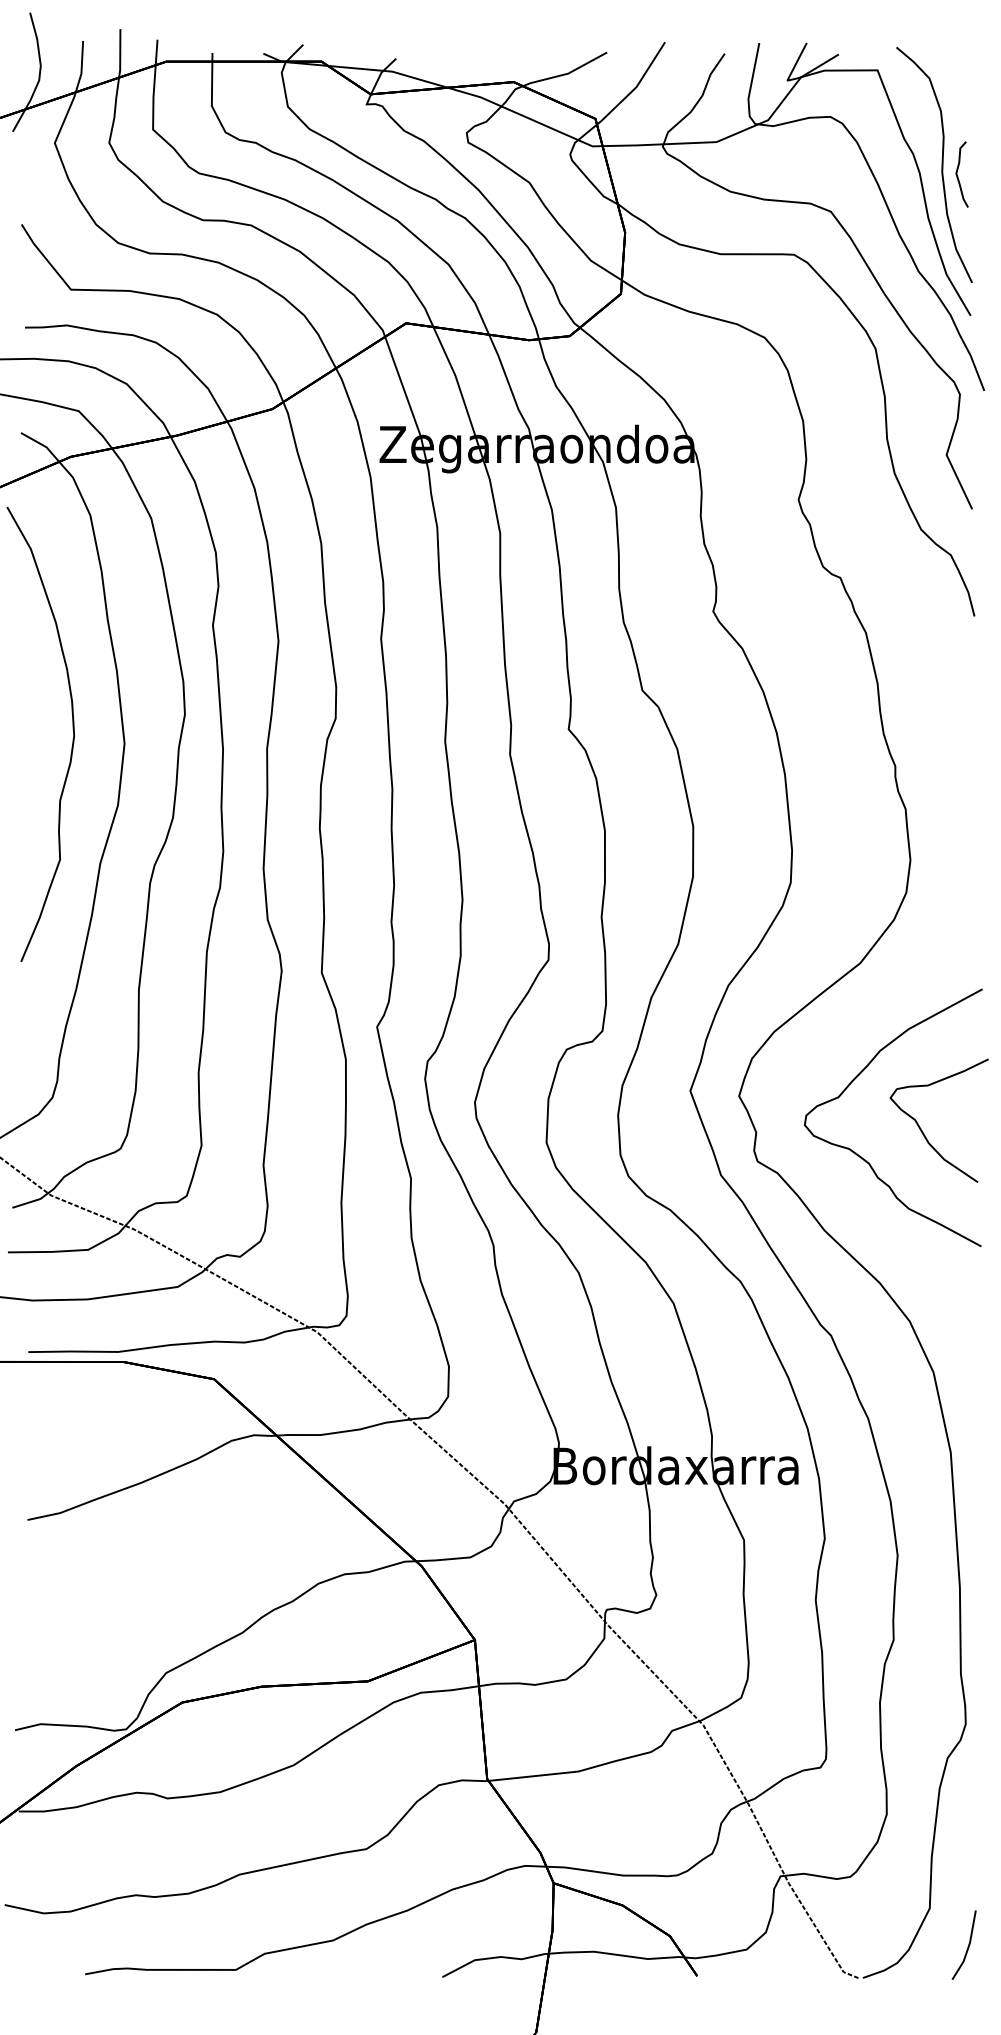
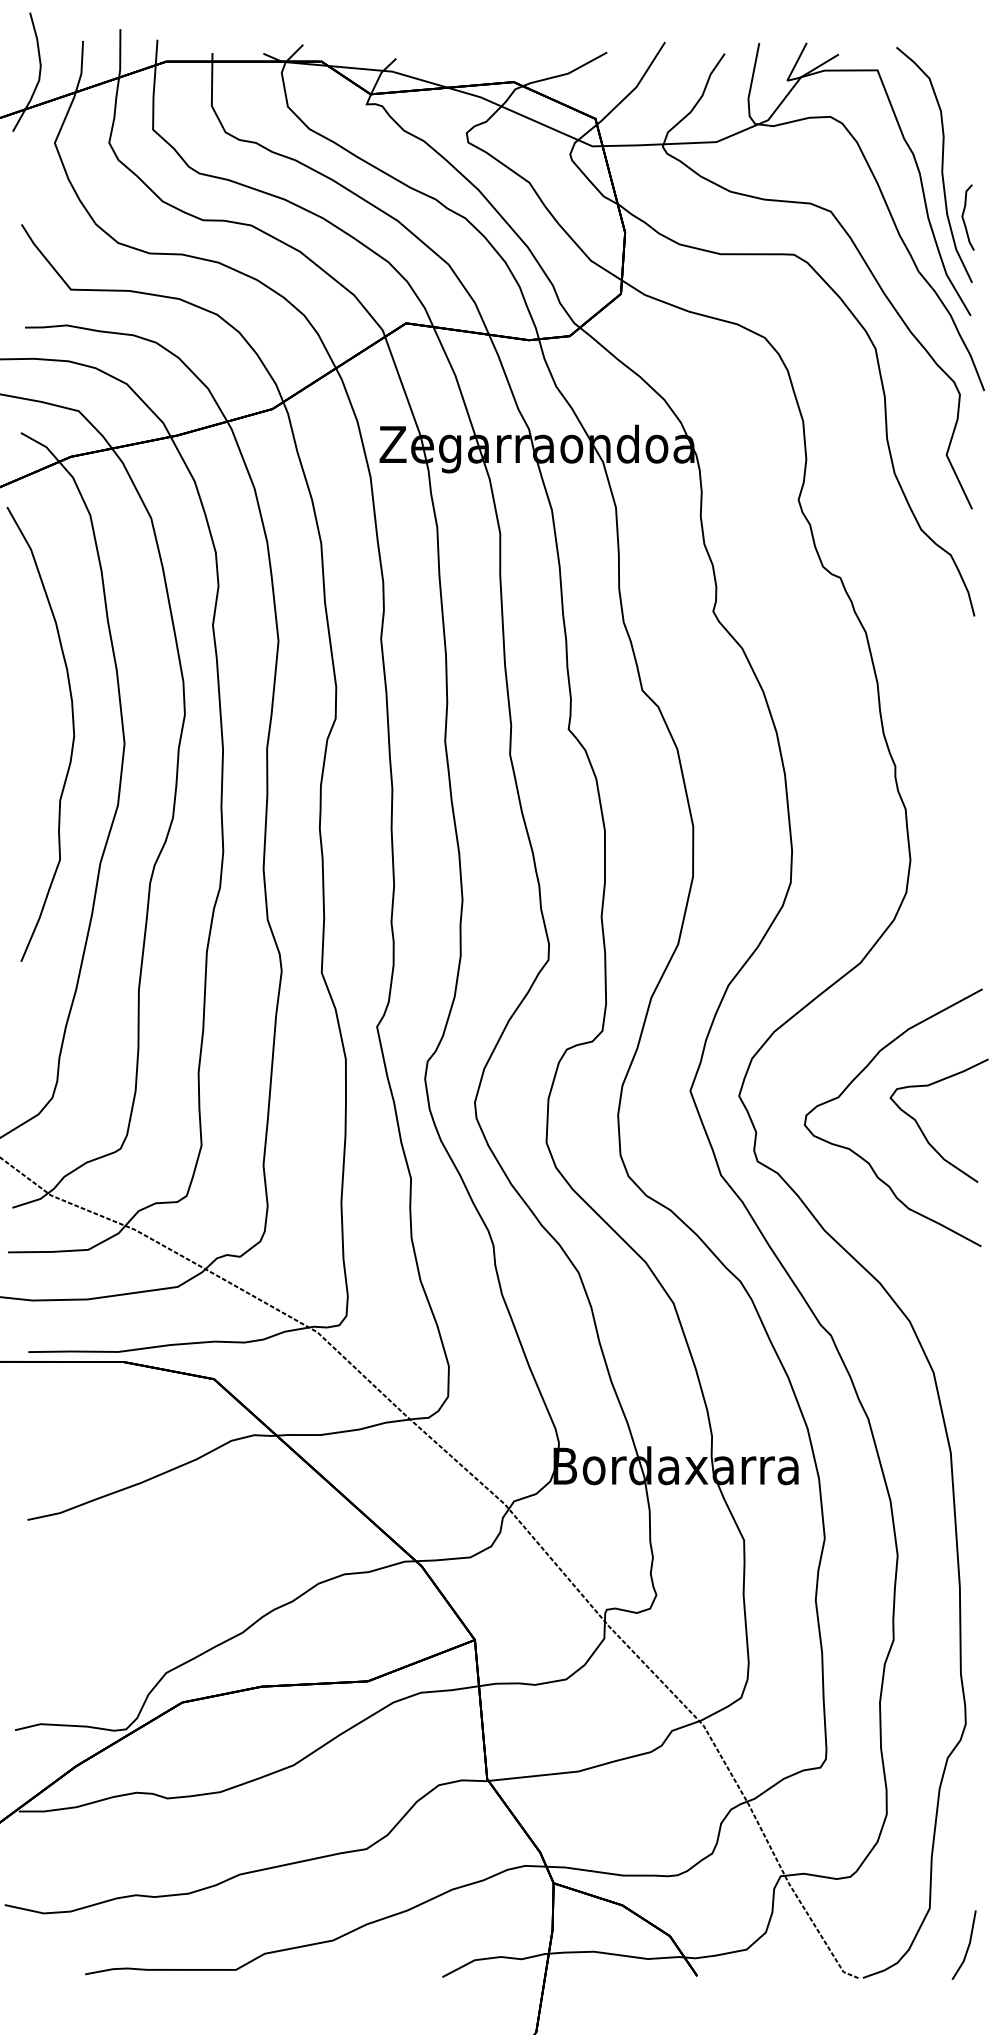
part at (961, 174) position: (961, 174) -> (967, 217)
